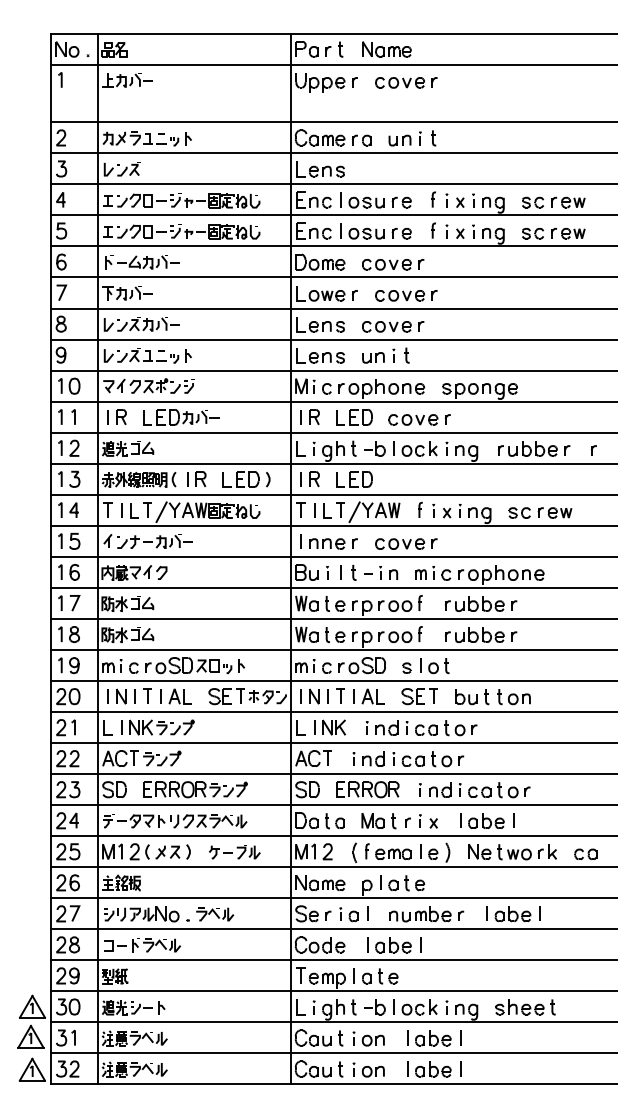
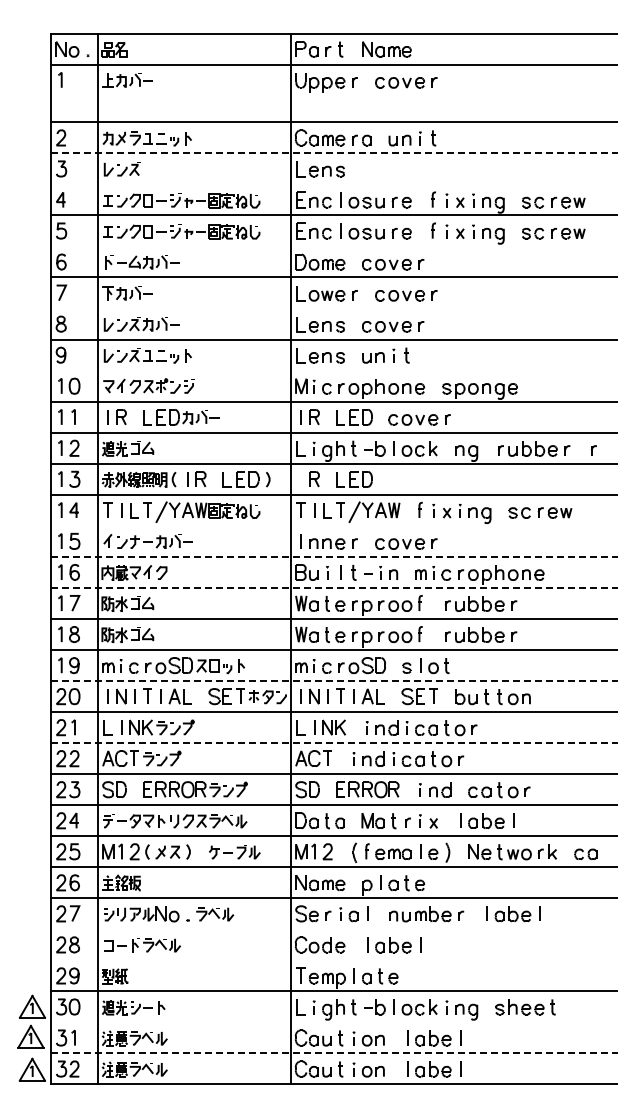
line at (334, 153): solid -> dashed
line at (332, 184): present -> none
line at (332, 246): present -> none
line at (332, 308): present -> none
line at (332, 370): present -> none
part at (446, 448): present -> none
line at (300, 479): present -> none
line at (332, 525): present -> none
line at (334, 556): solid -> dashed
line at (334, 587): solid -> dashed
line at (334, 680): solid -> dashed
line at (334, 743): solid -> dashed
line at (460, 789): present -> none
line at (332, 929): present -> none
line at (332, 960): present -> none
line at (332, 1022): present -> none
line at (334, 1053): solid -> dashed
